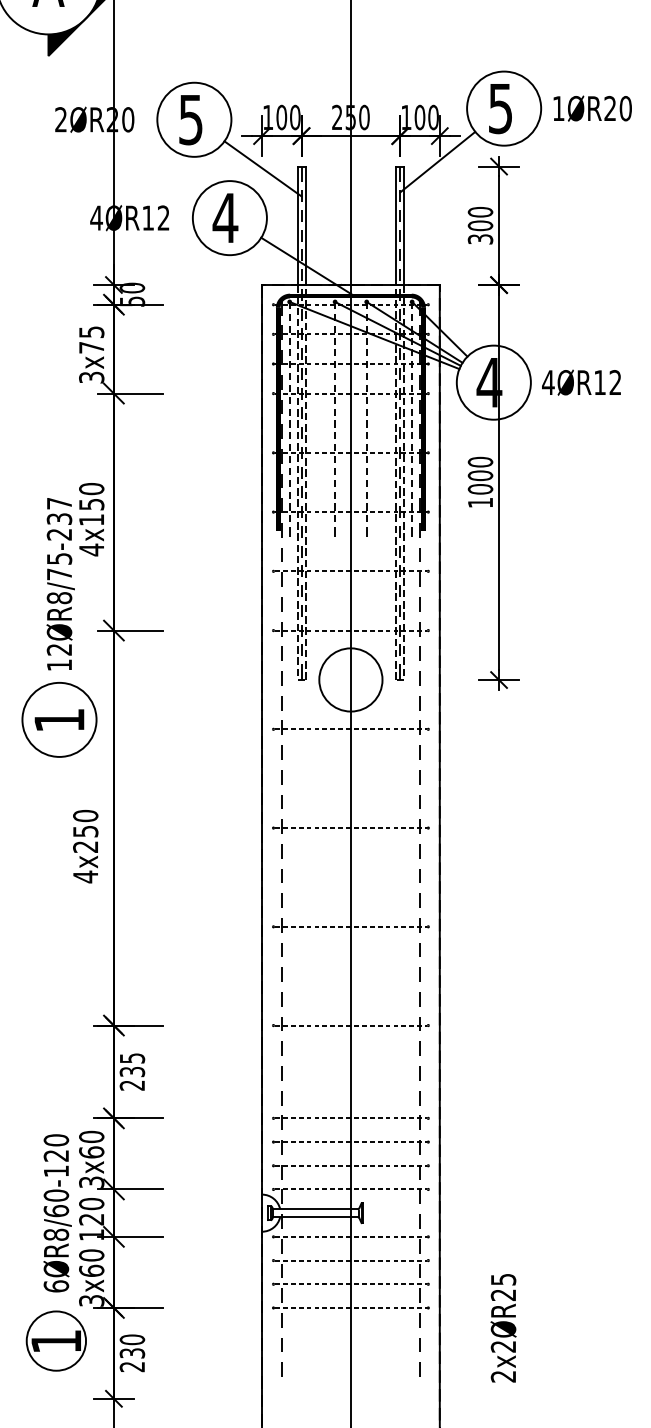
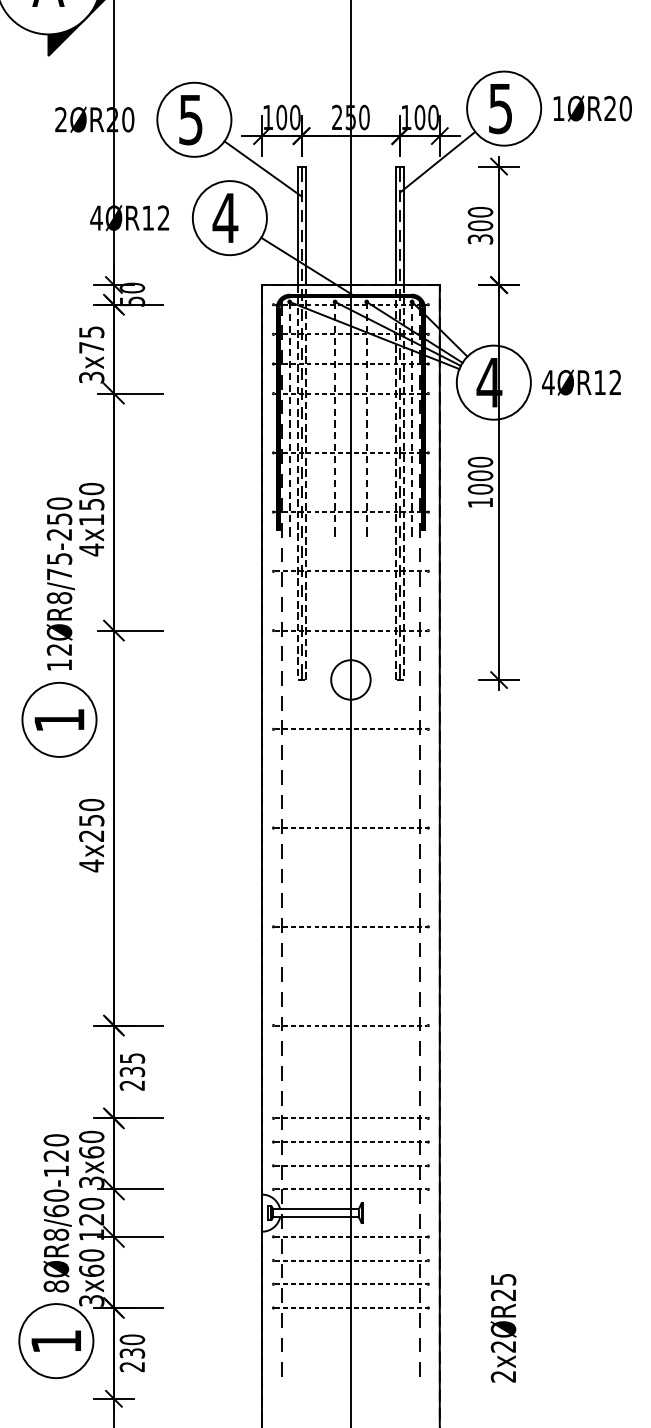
text at (59, 510): 12ØR8/75-237 -> 12ØR8/75-250
circle at (350, 679) diameter: 63 px -> 39 px
text at (85, 846) position: (85, 846) -> (91, 835)
text at (55, 1286): 6ØR8/60-120 -> 8ØR8/60-120
circle at (56, 1340) diameter: 59 px -> 74 px
